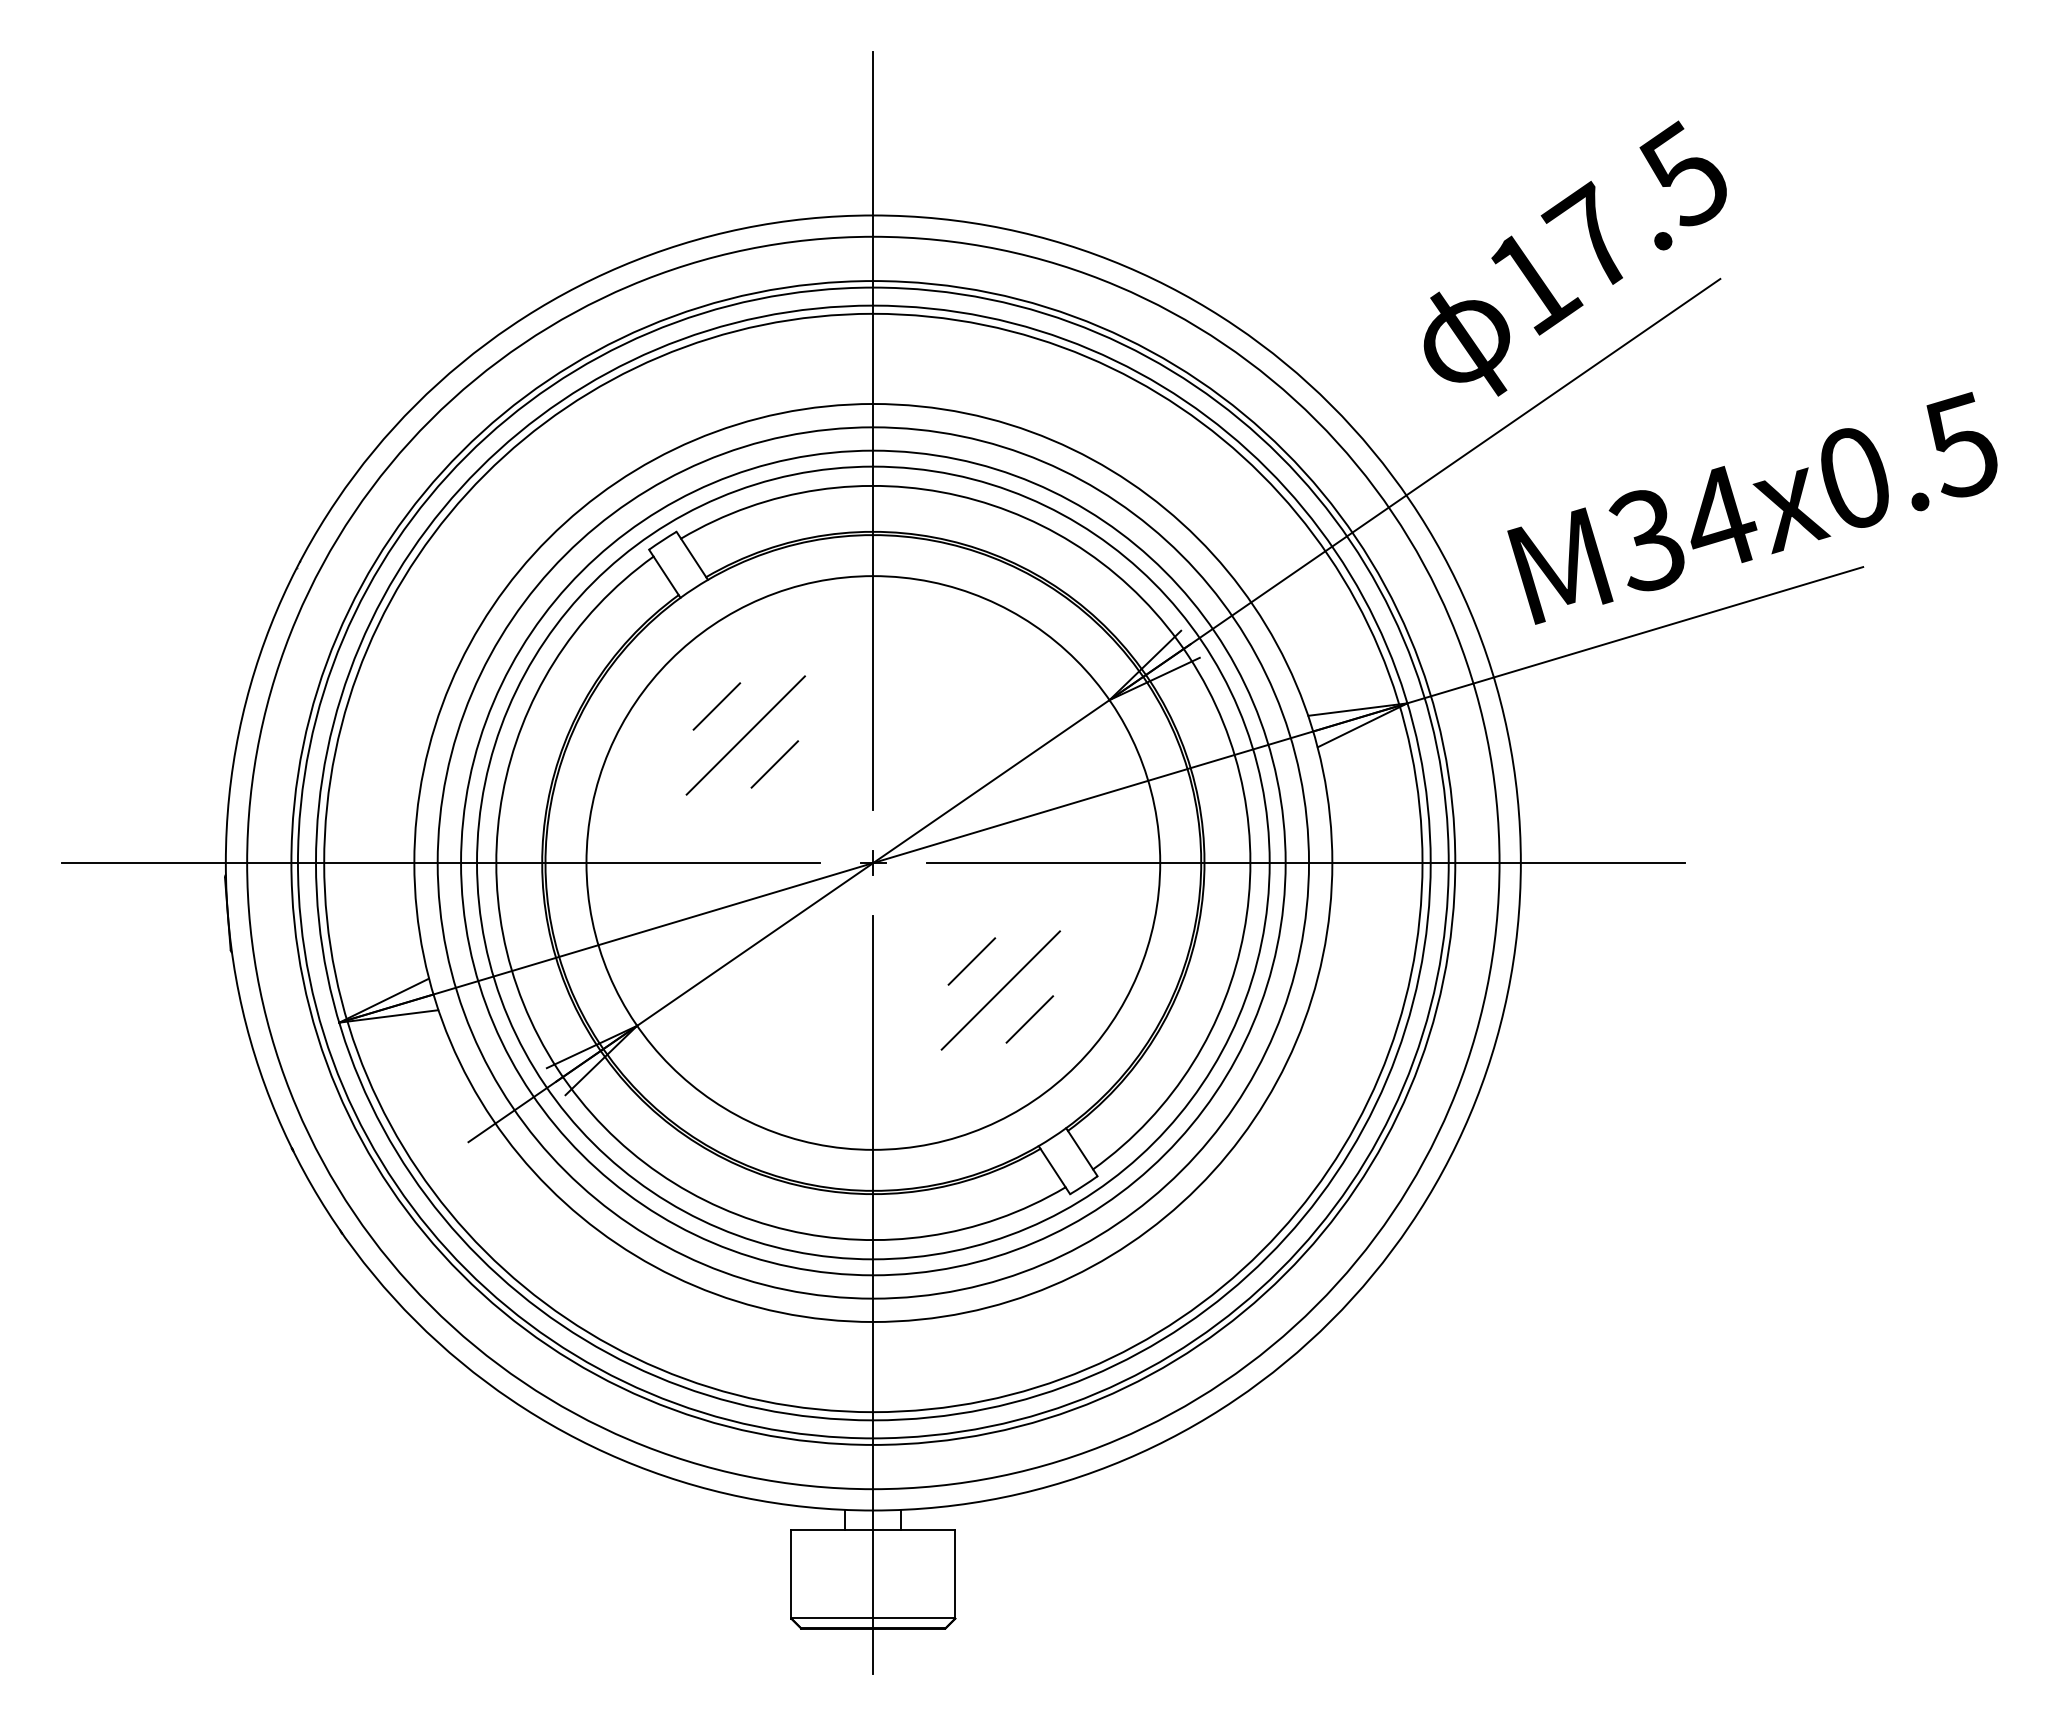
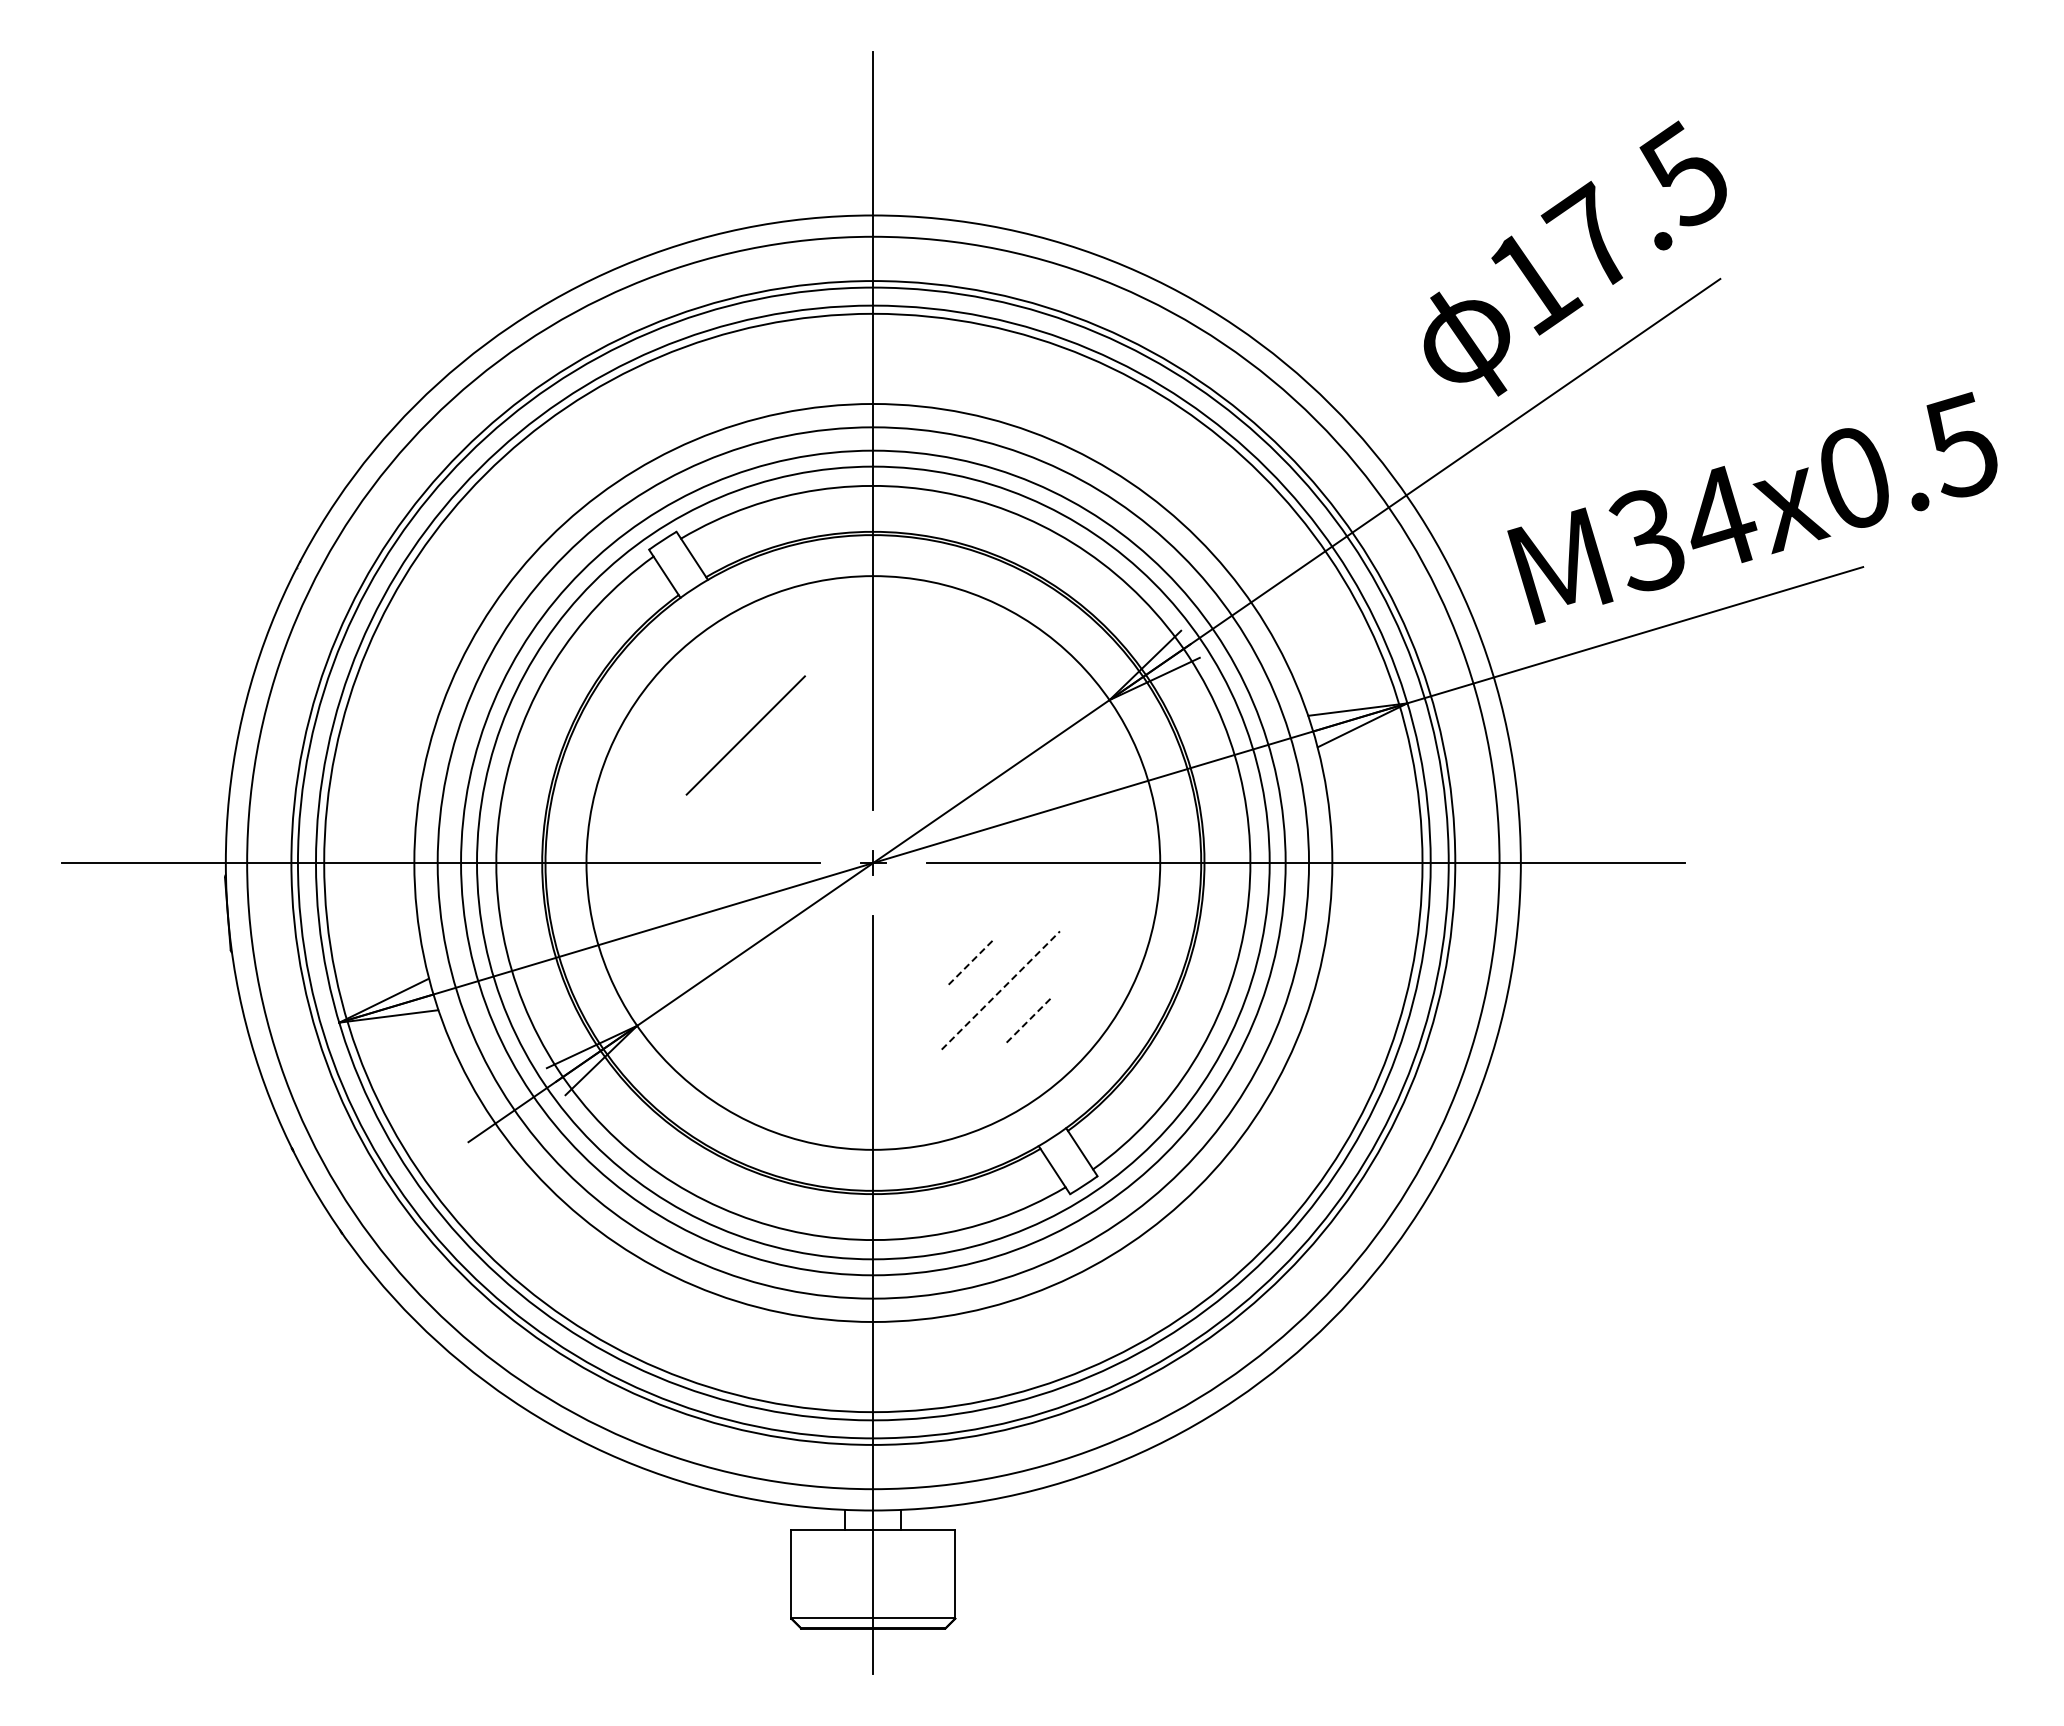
line at (716, 706): present -> none
line at (774, 764): present -> none
line at (971, 961): solid -> dashed
line at (1000, 990): solid -> dashed
line at (1029, 1019): solid -> dashed
